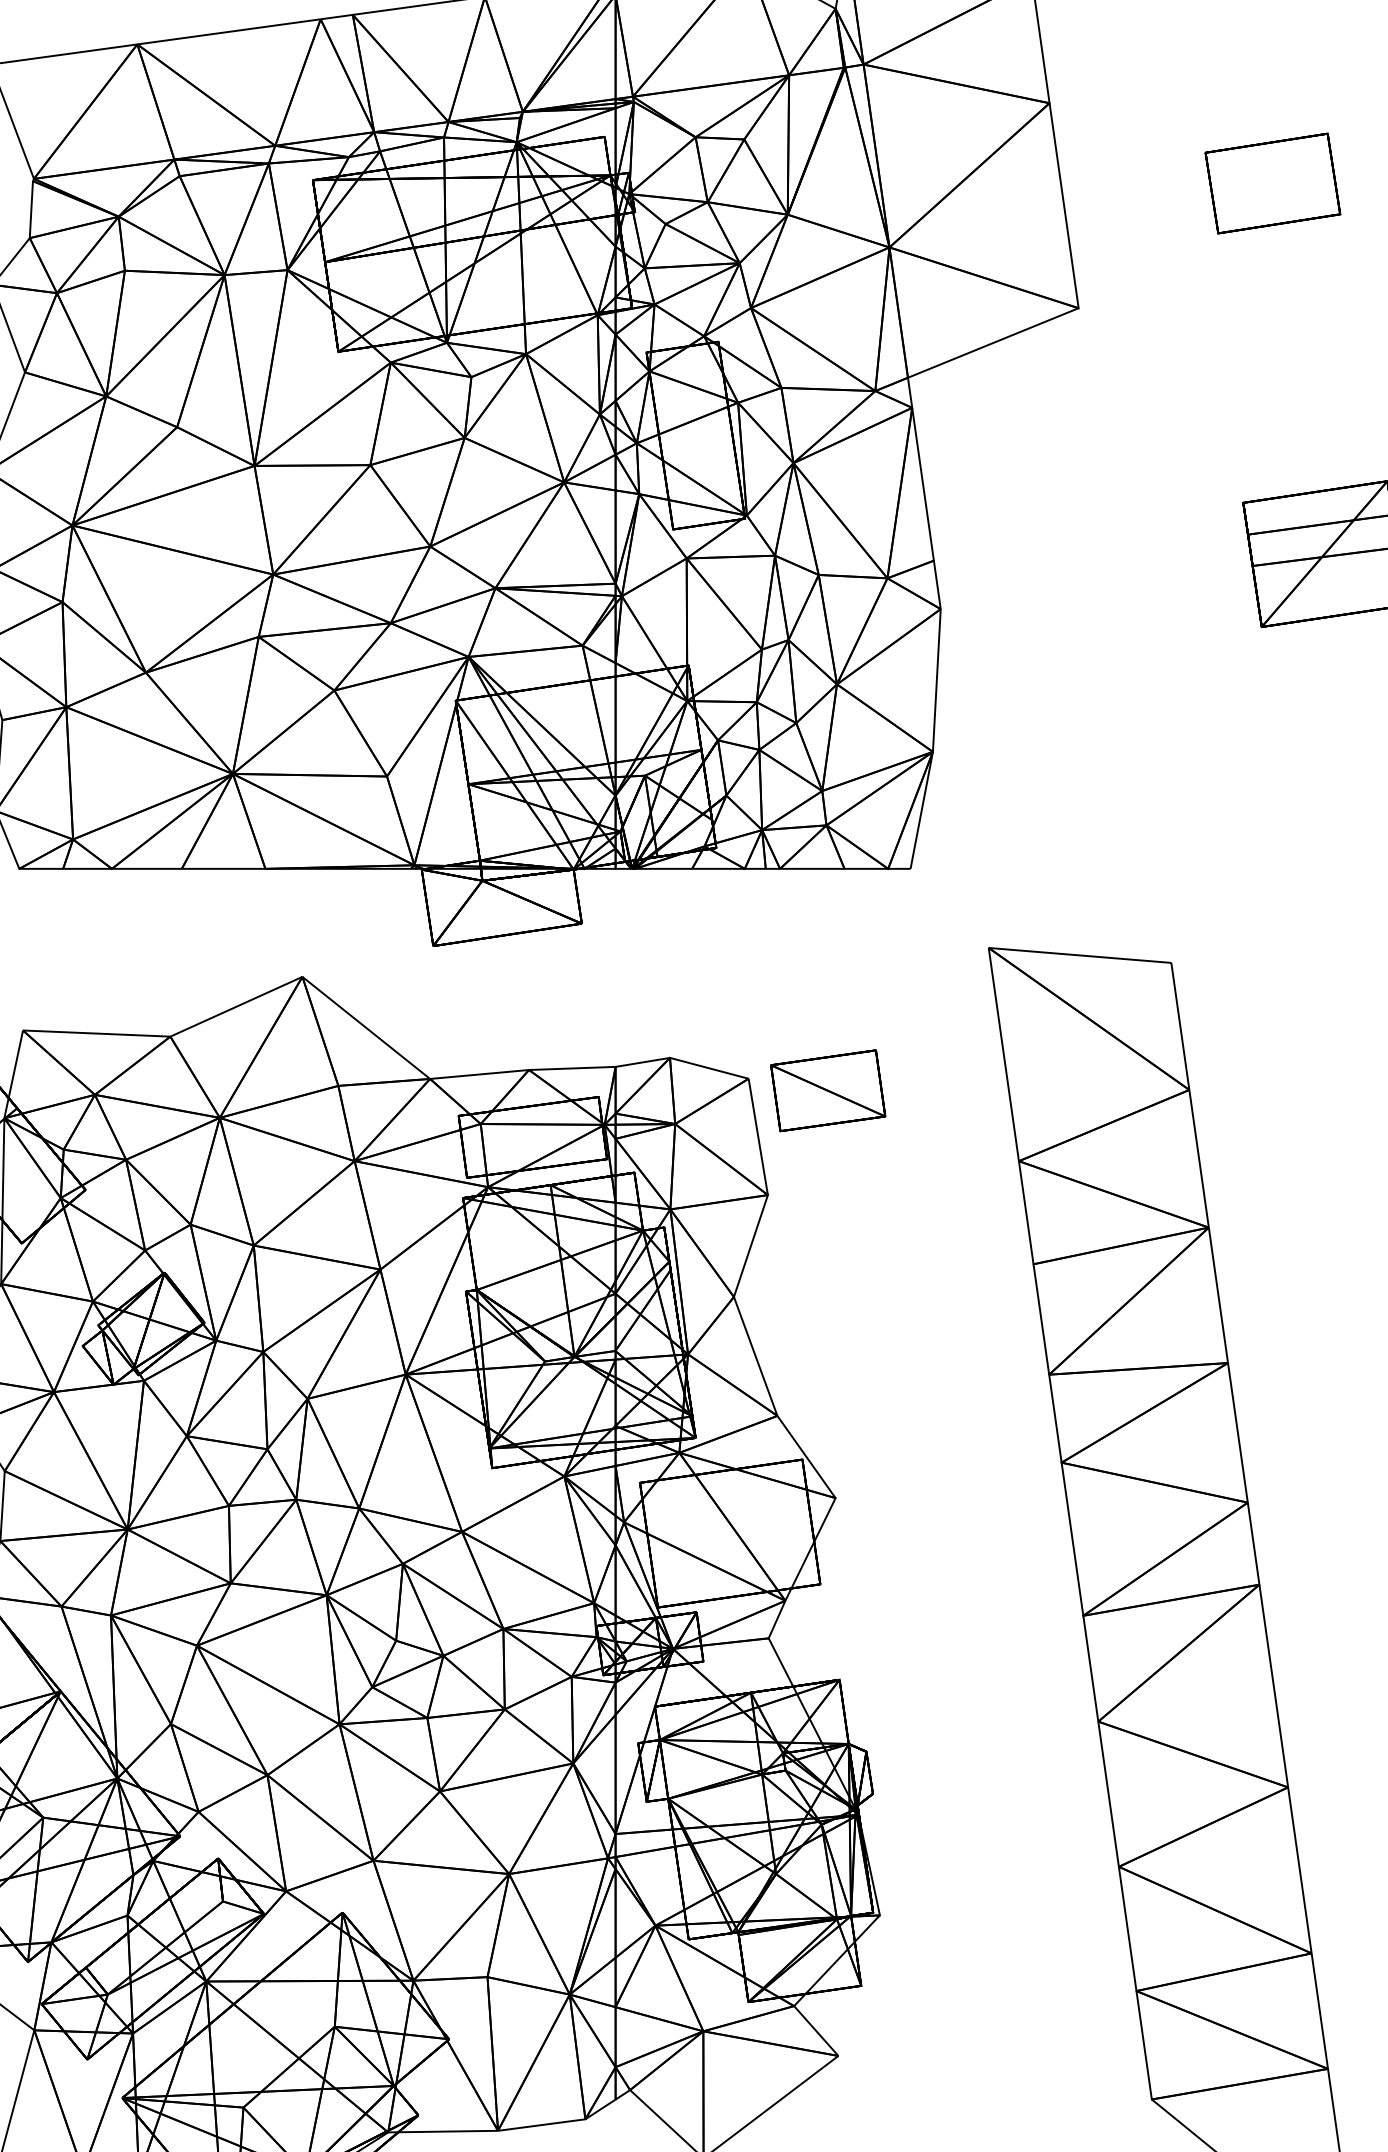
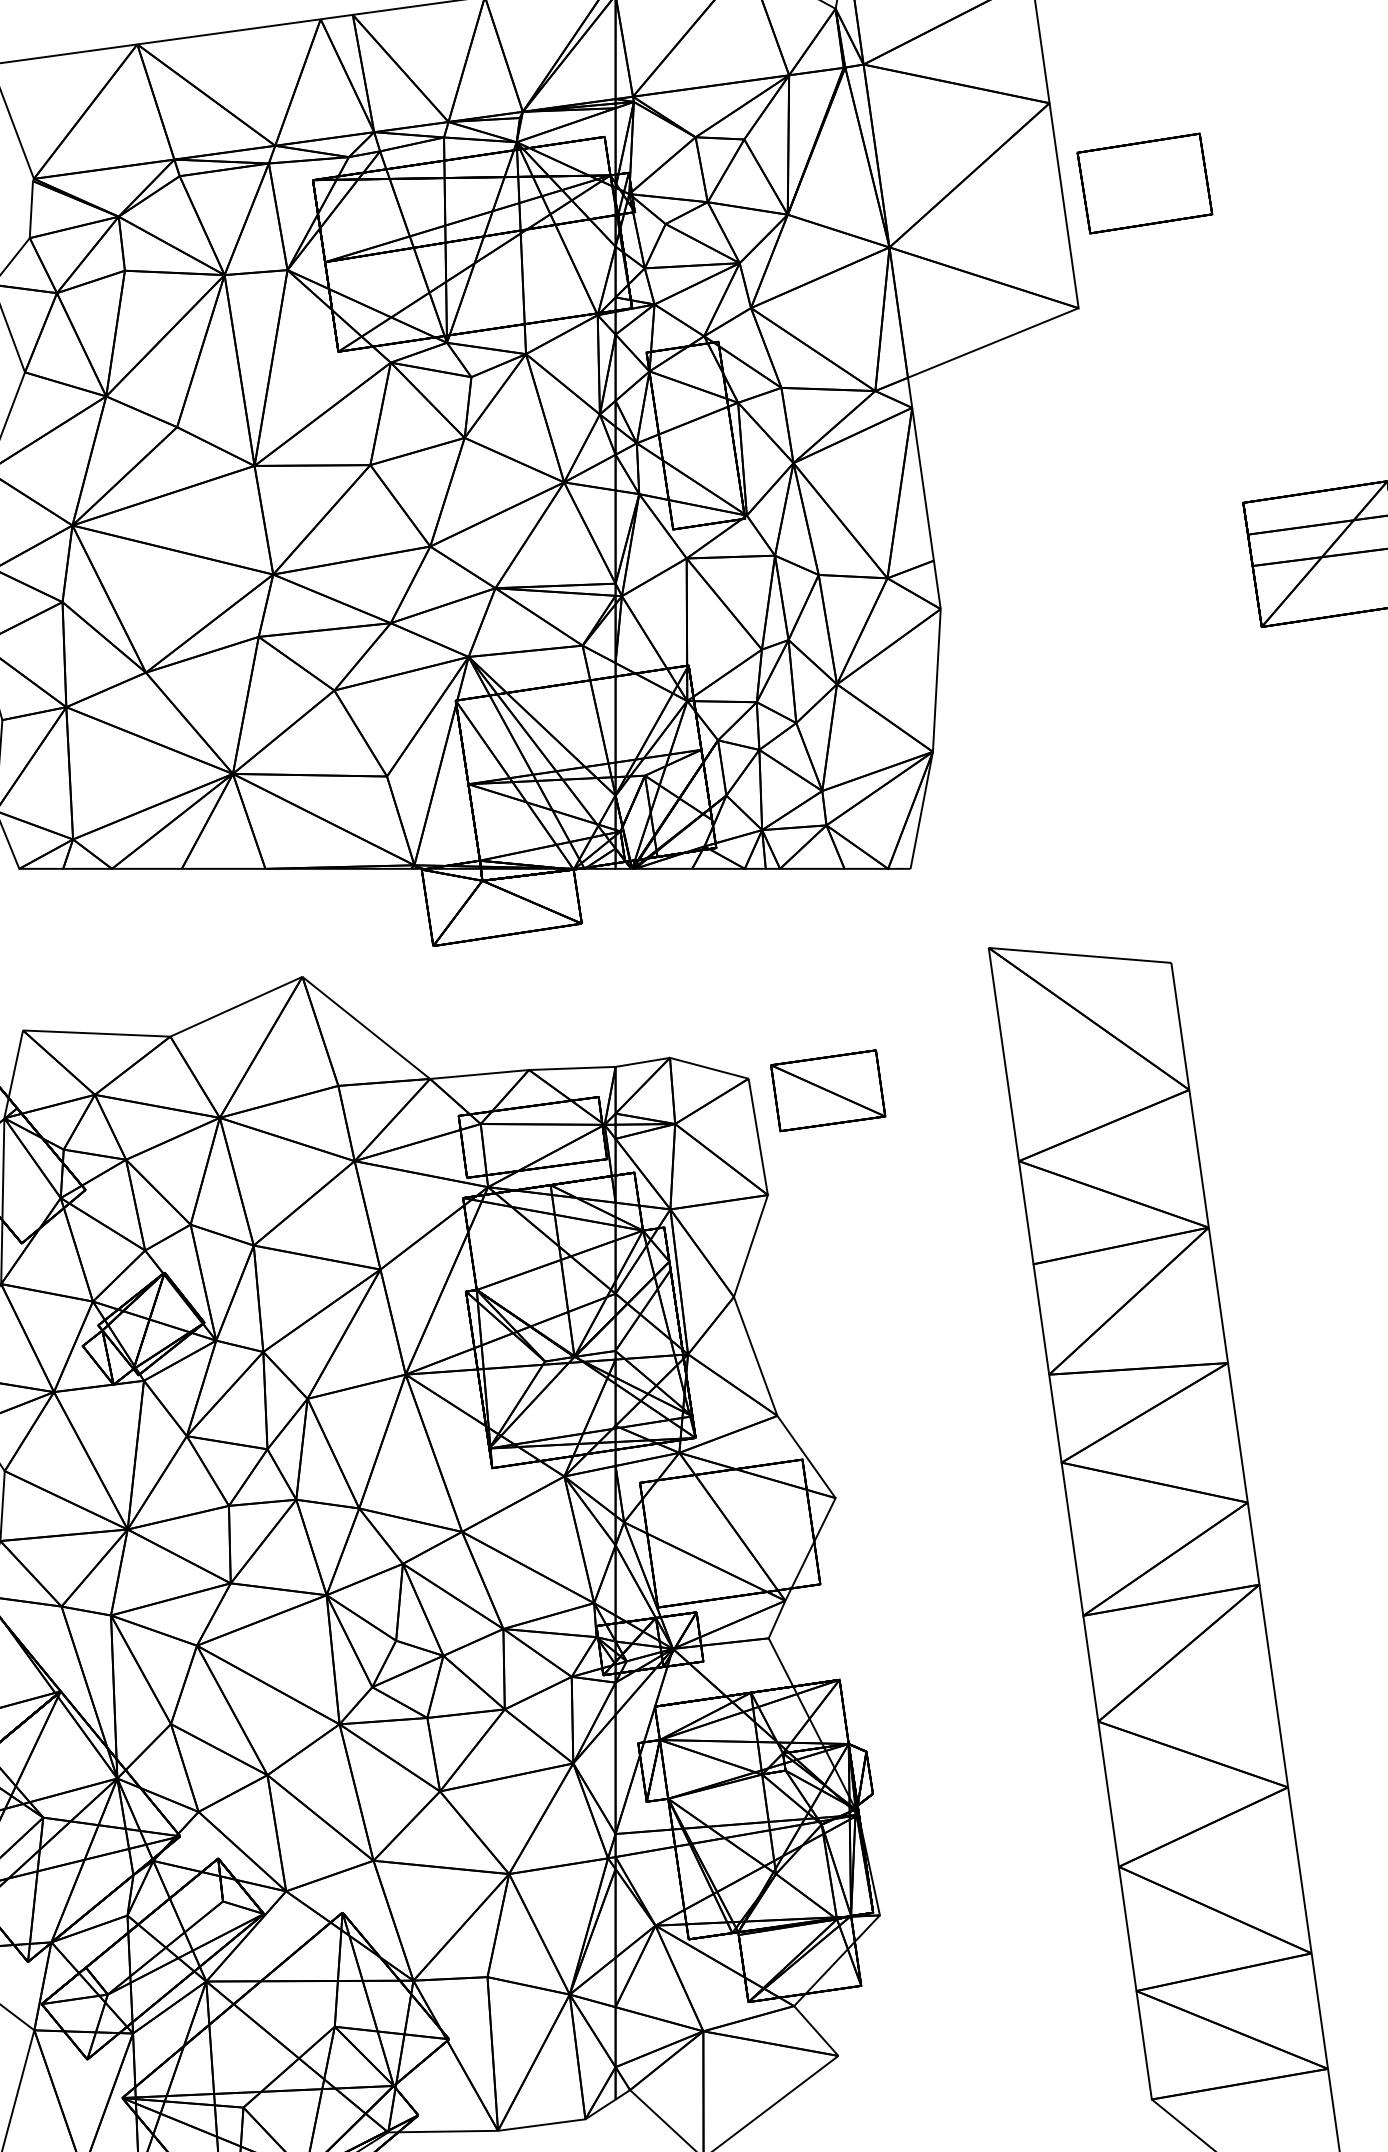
part at (1272, 183) position: (1272, 183) -> (1144, 183)
